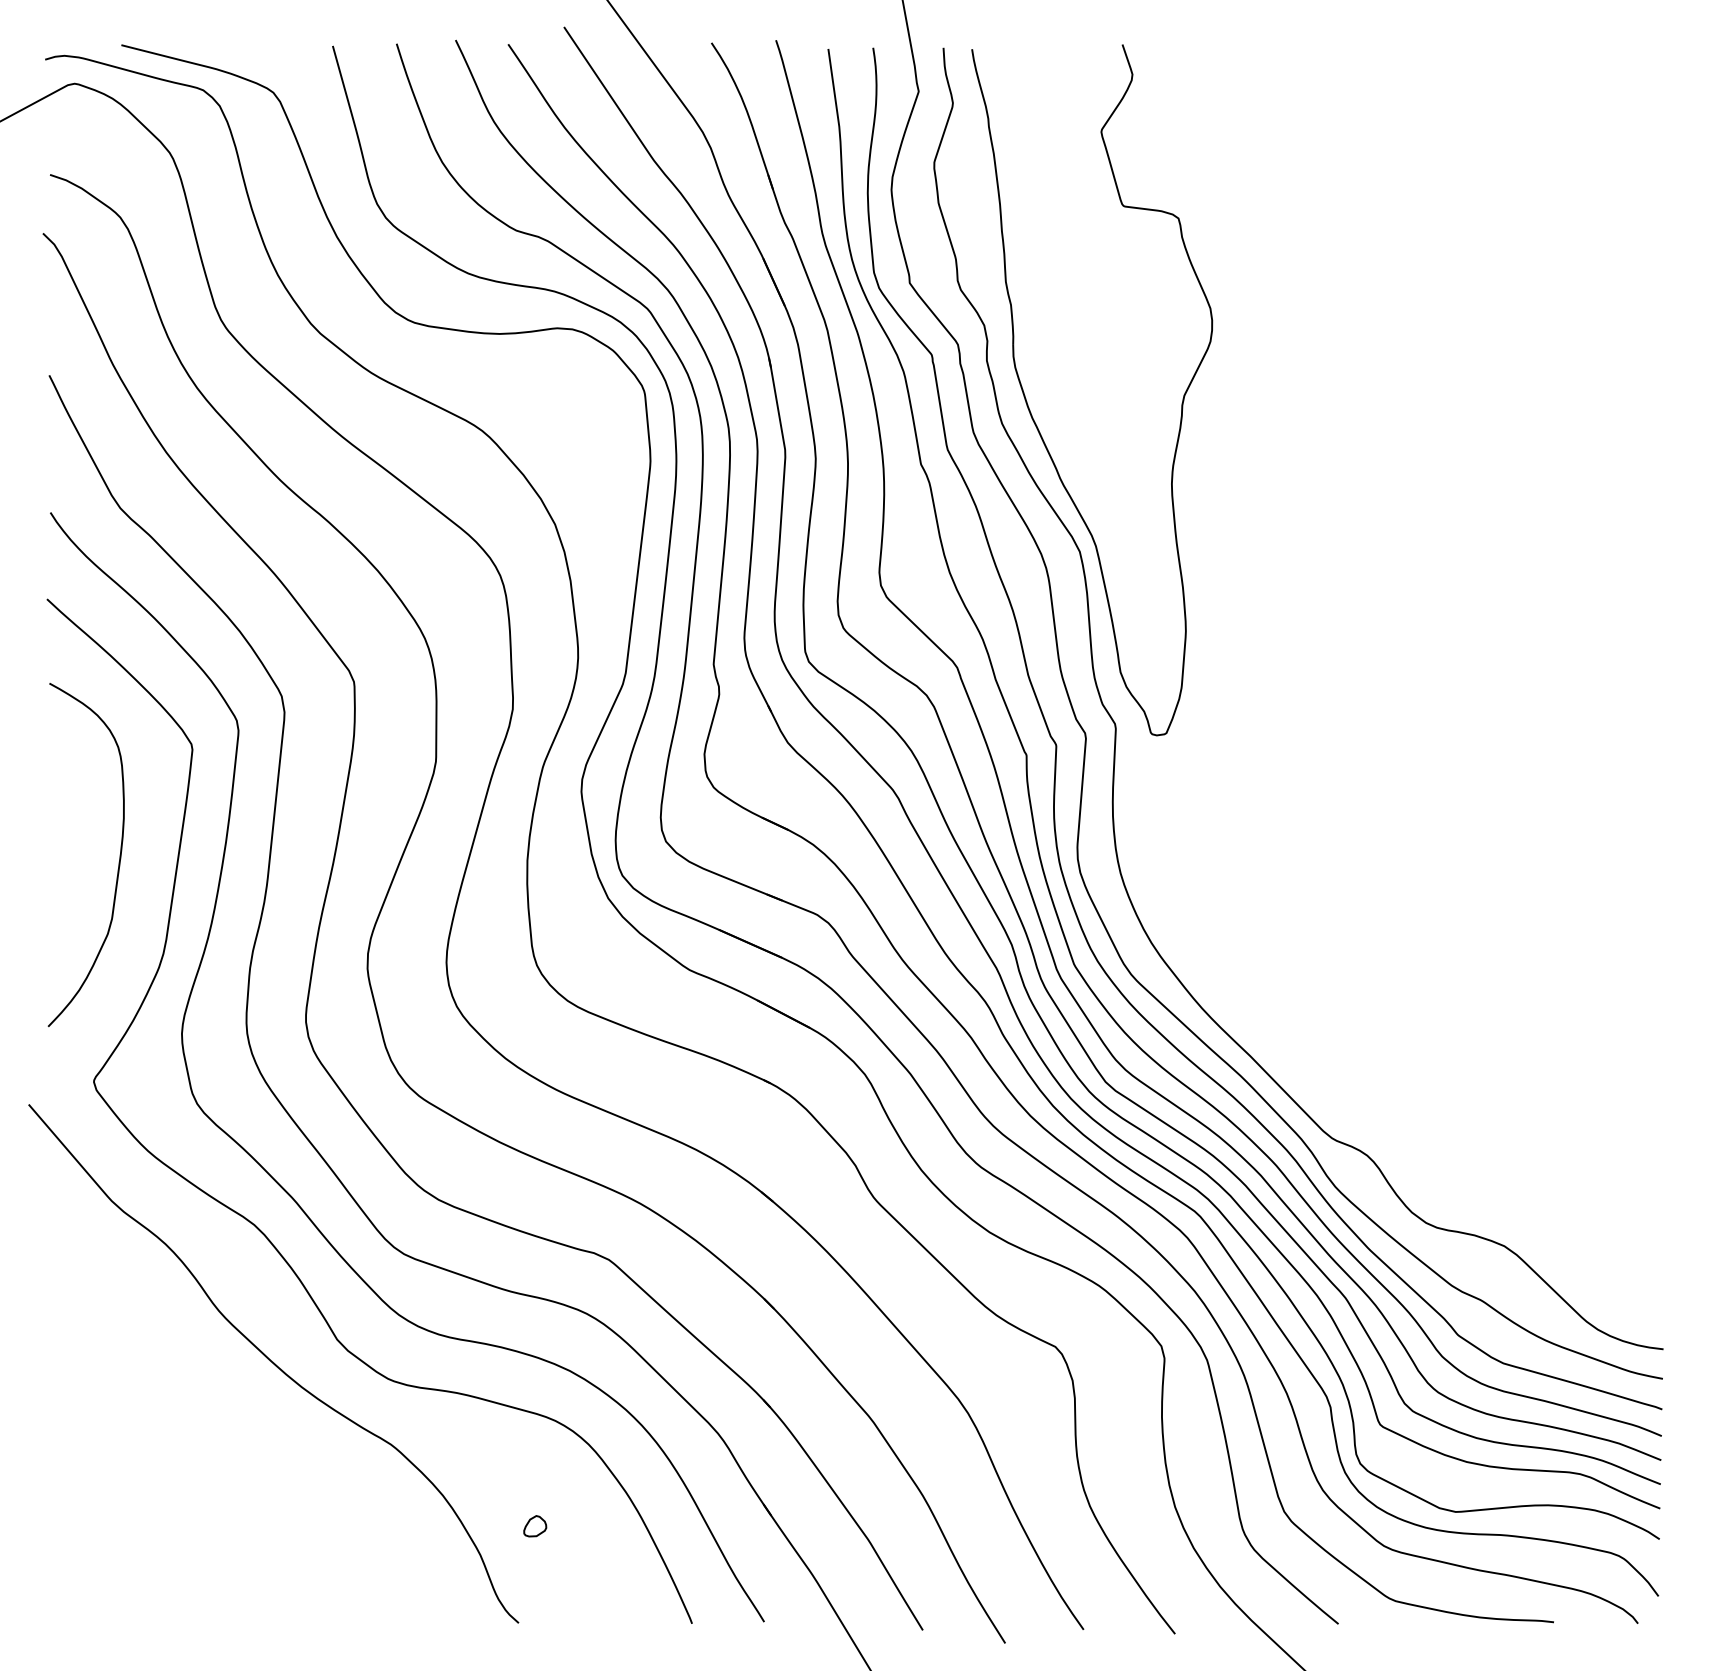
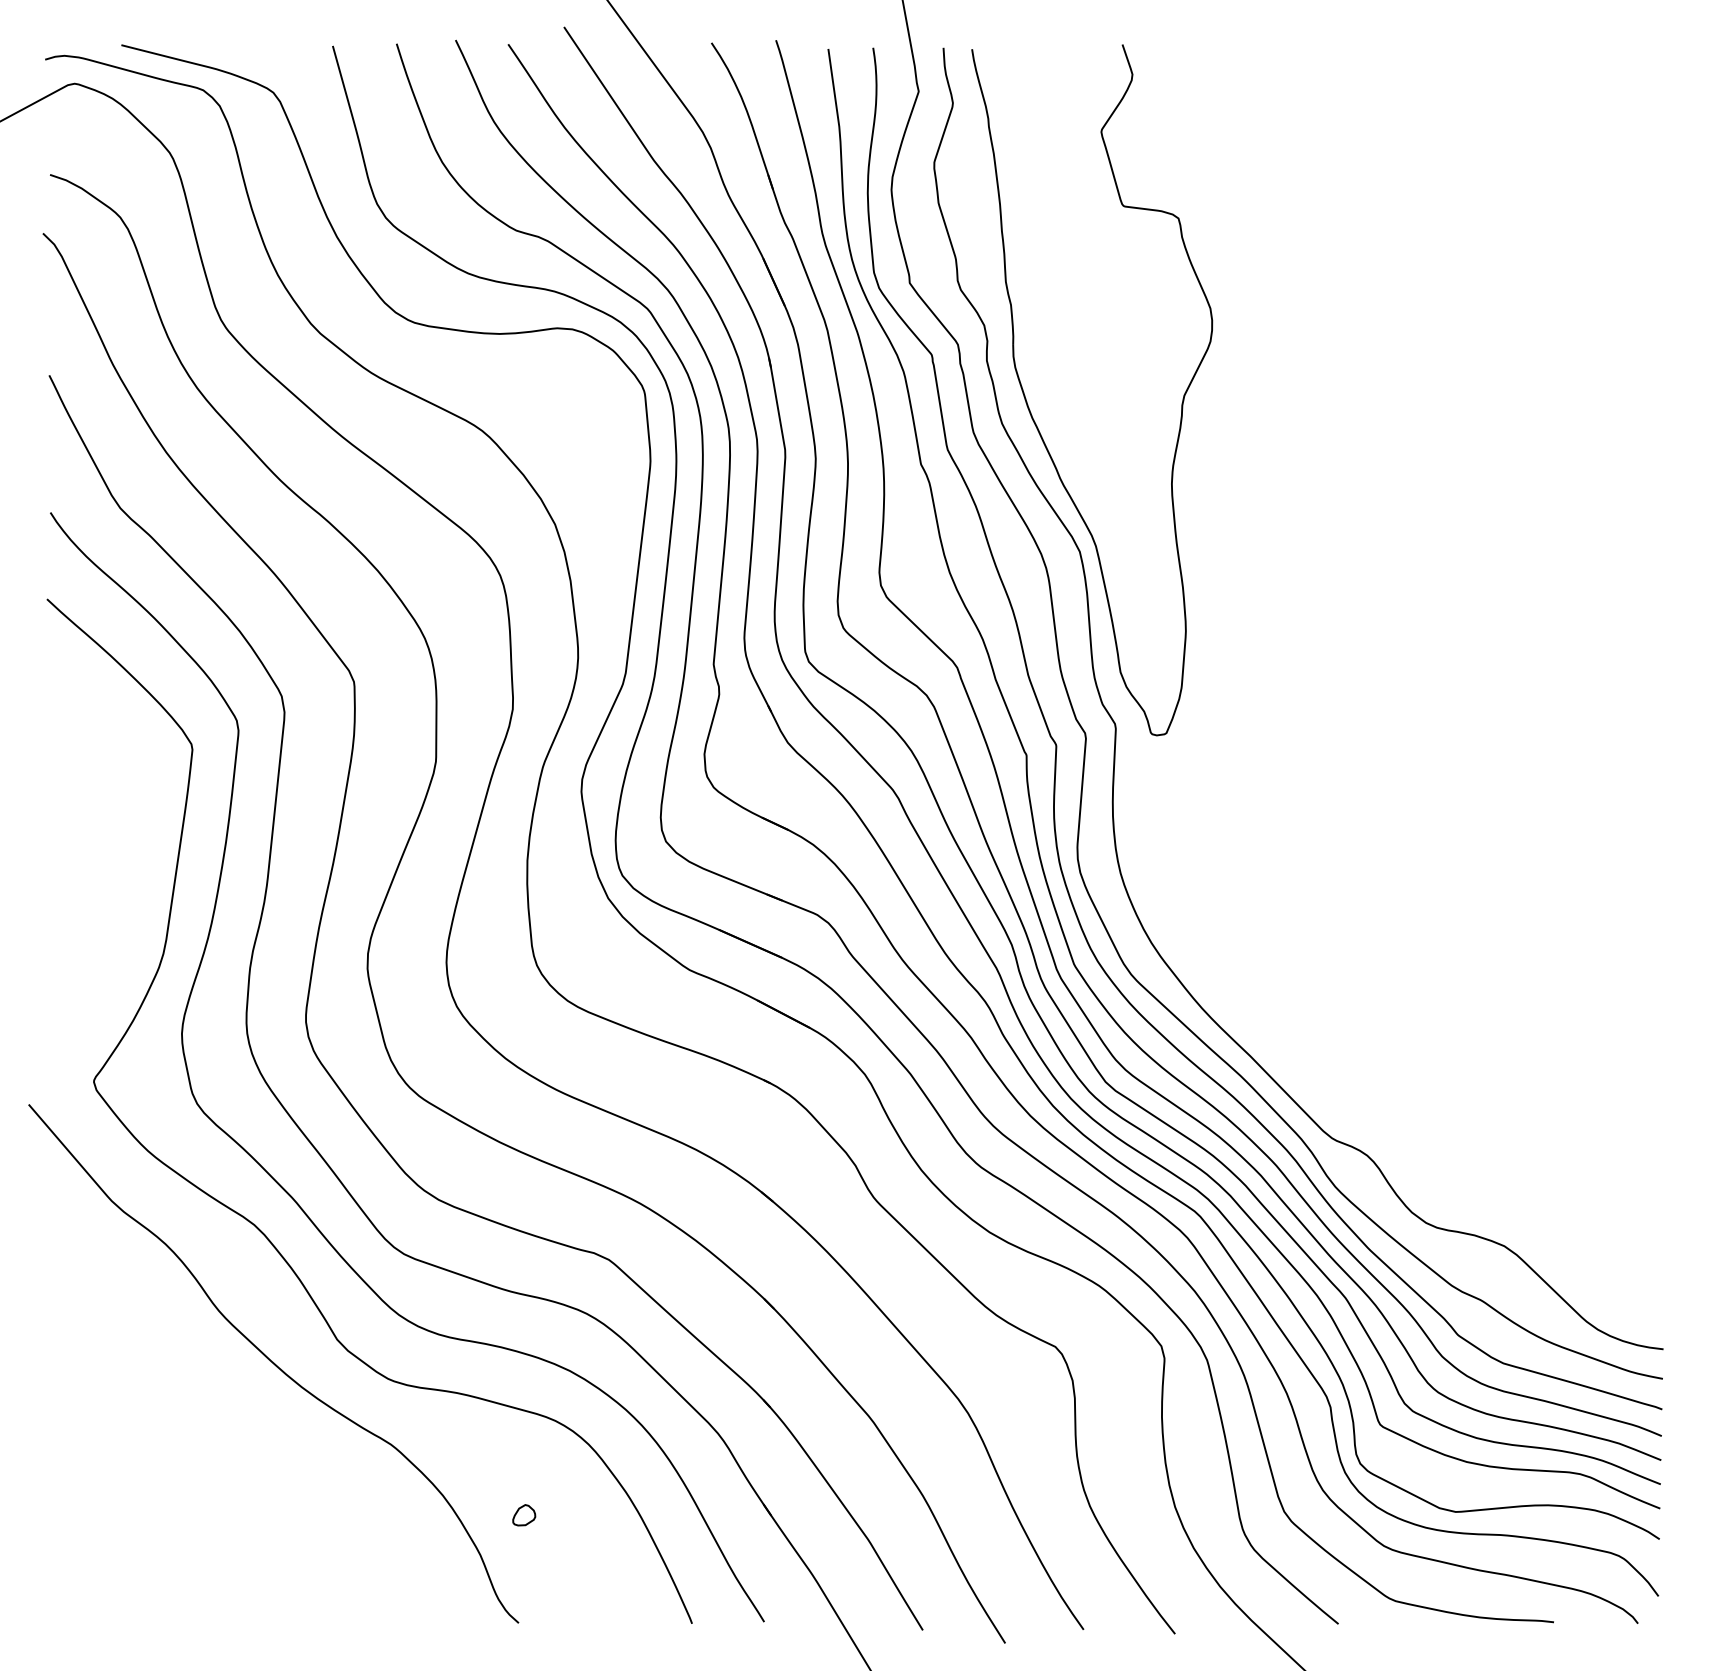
curve at (118, 862): present -> none
part at (535, 1526) position: (535, 1526) -> (524, 1515)
